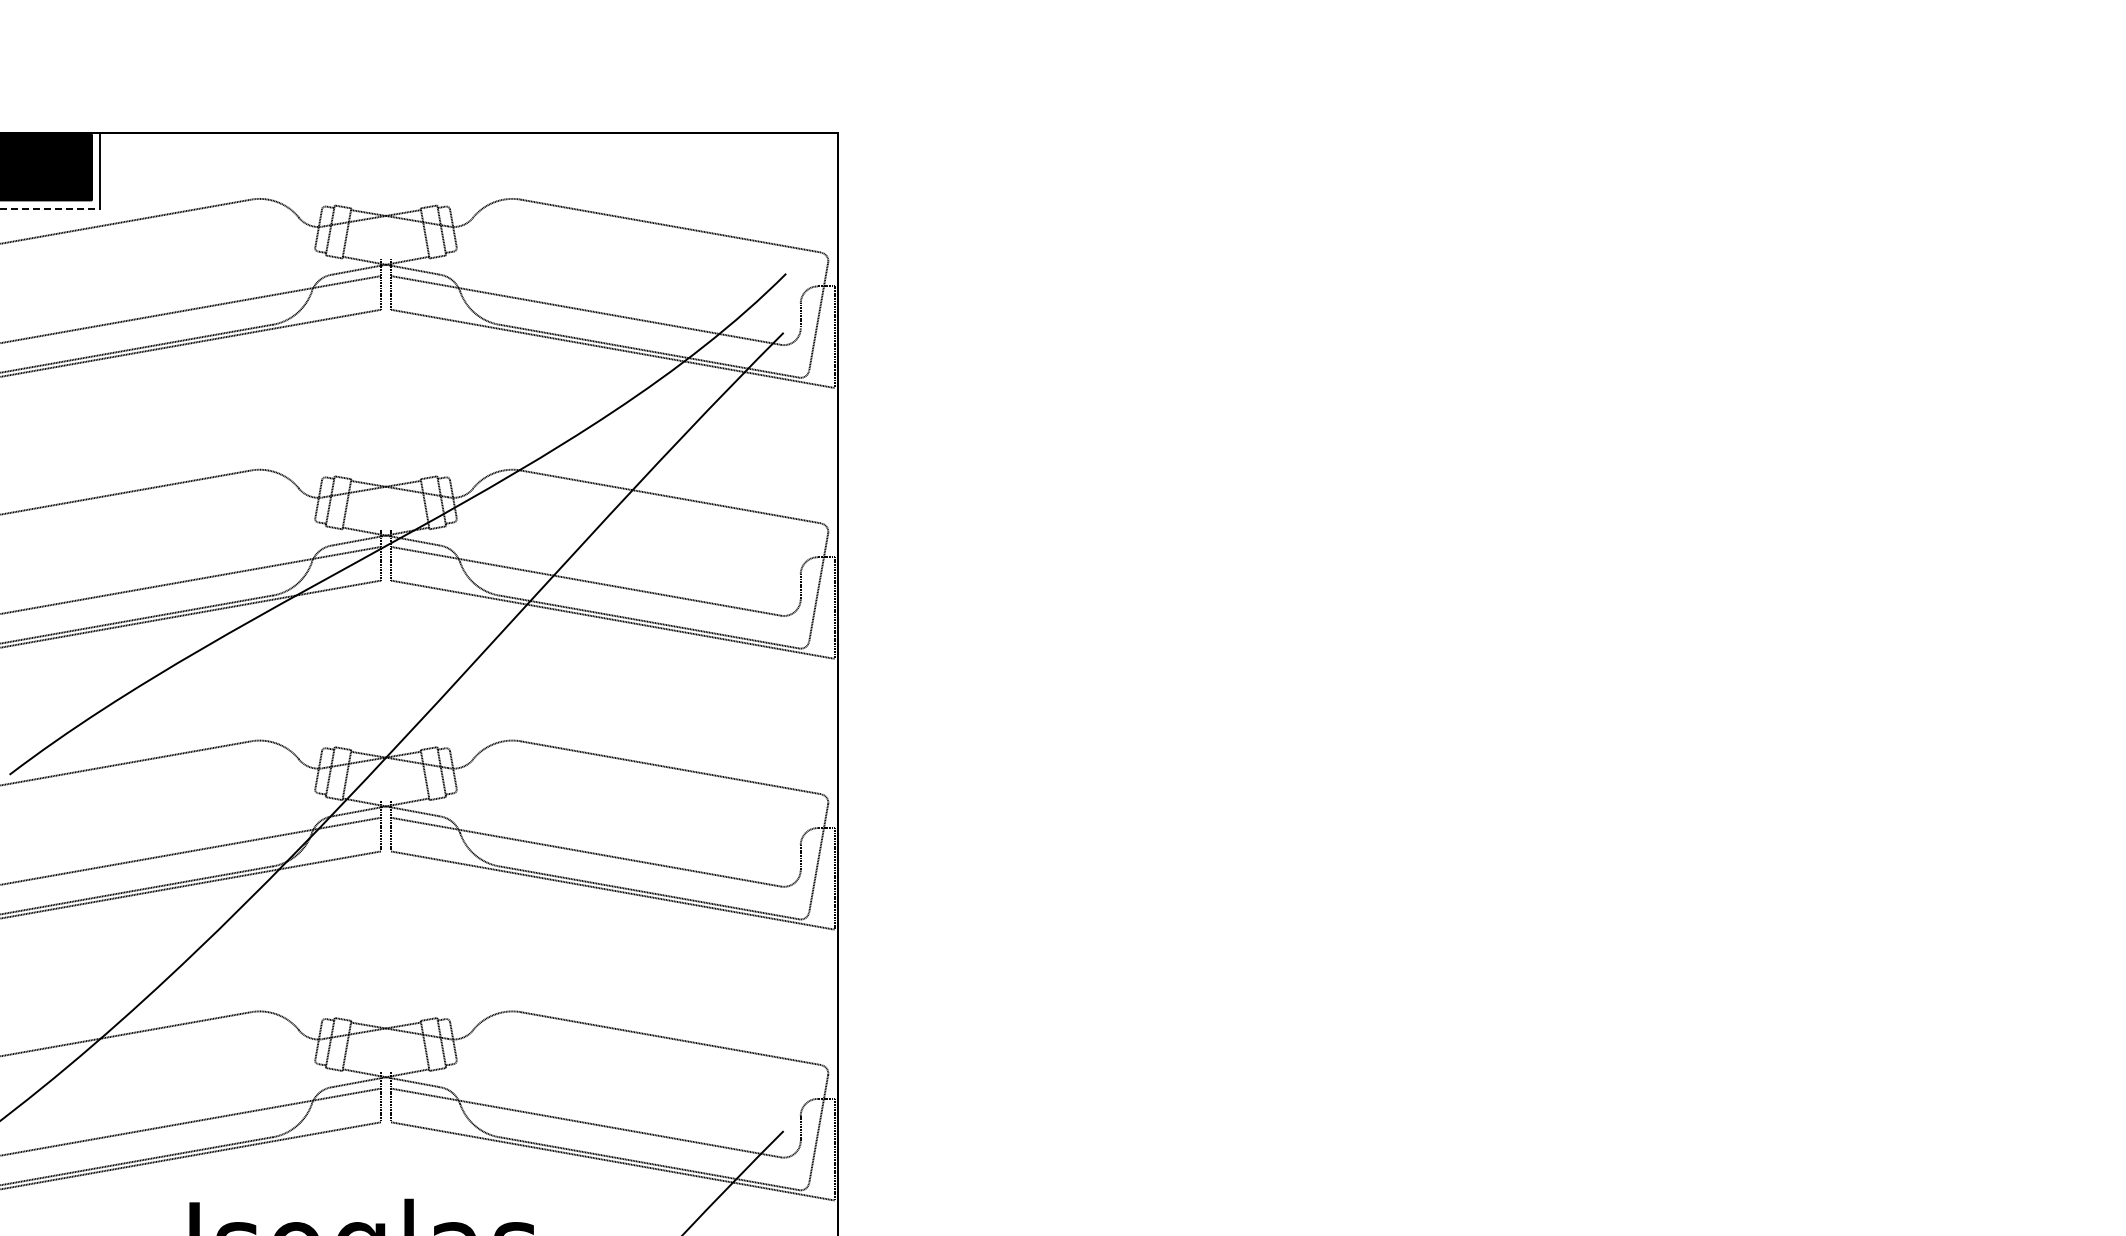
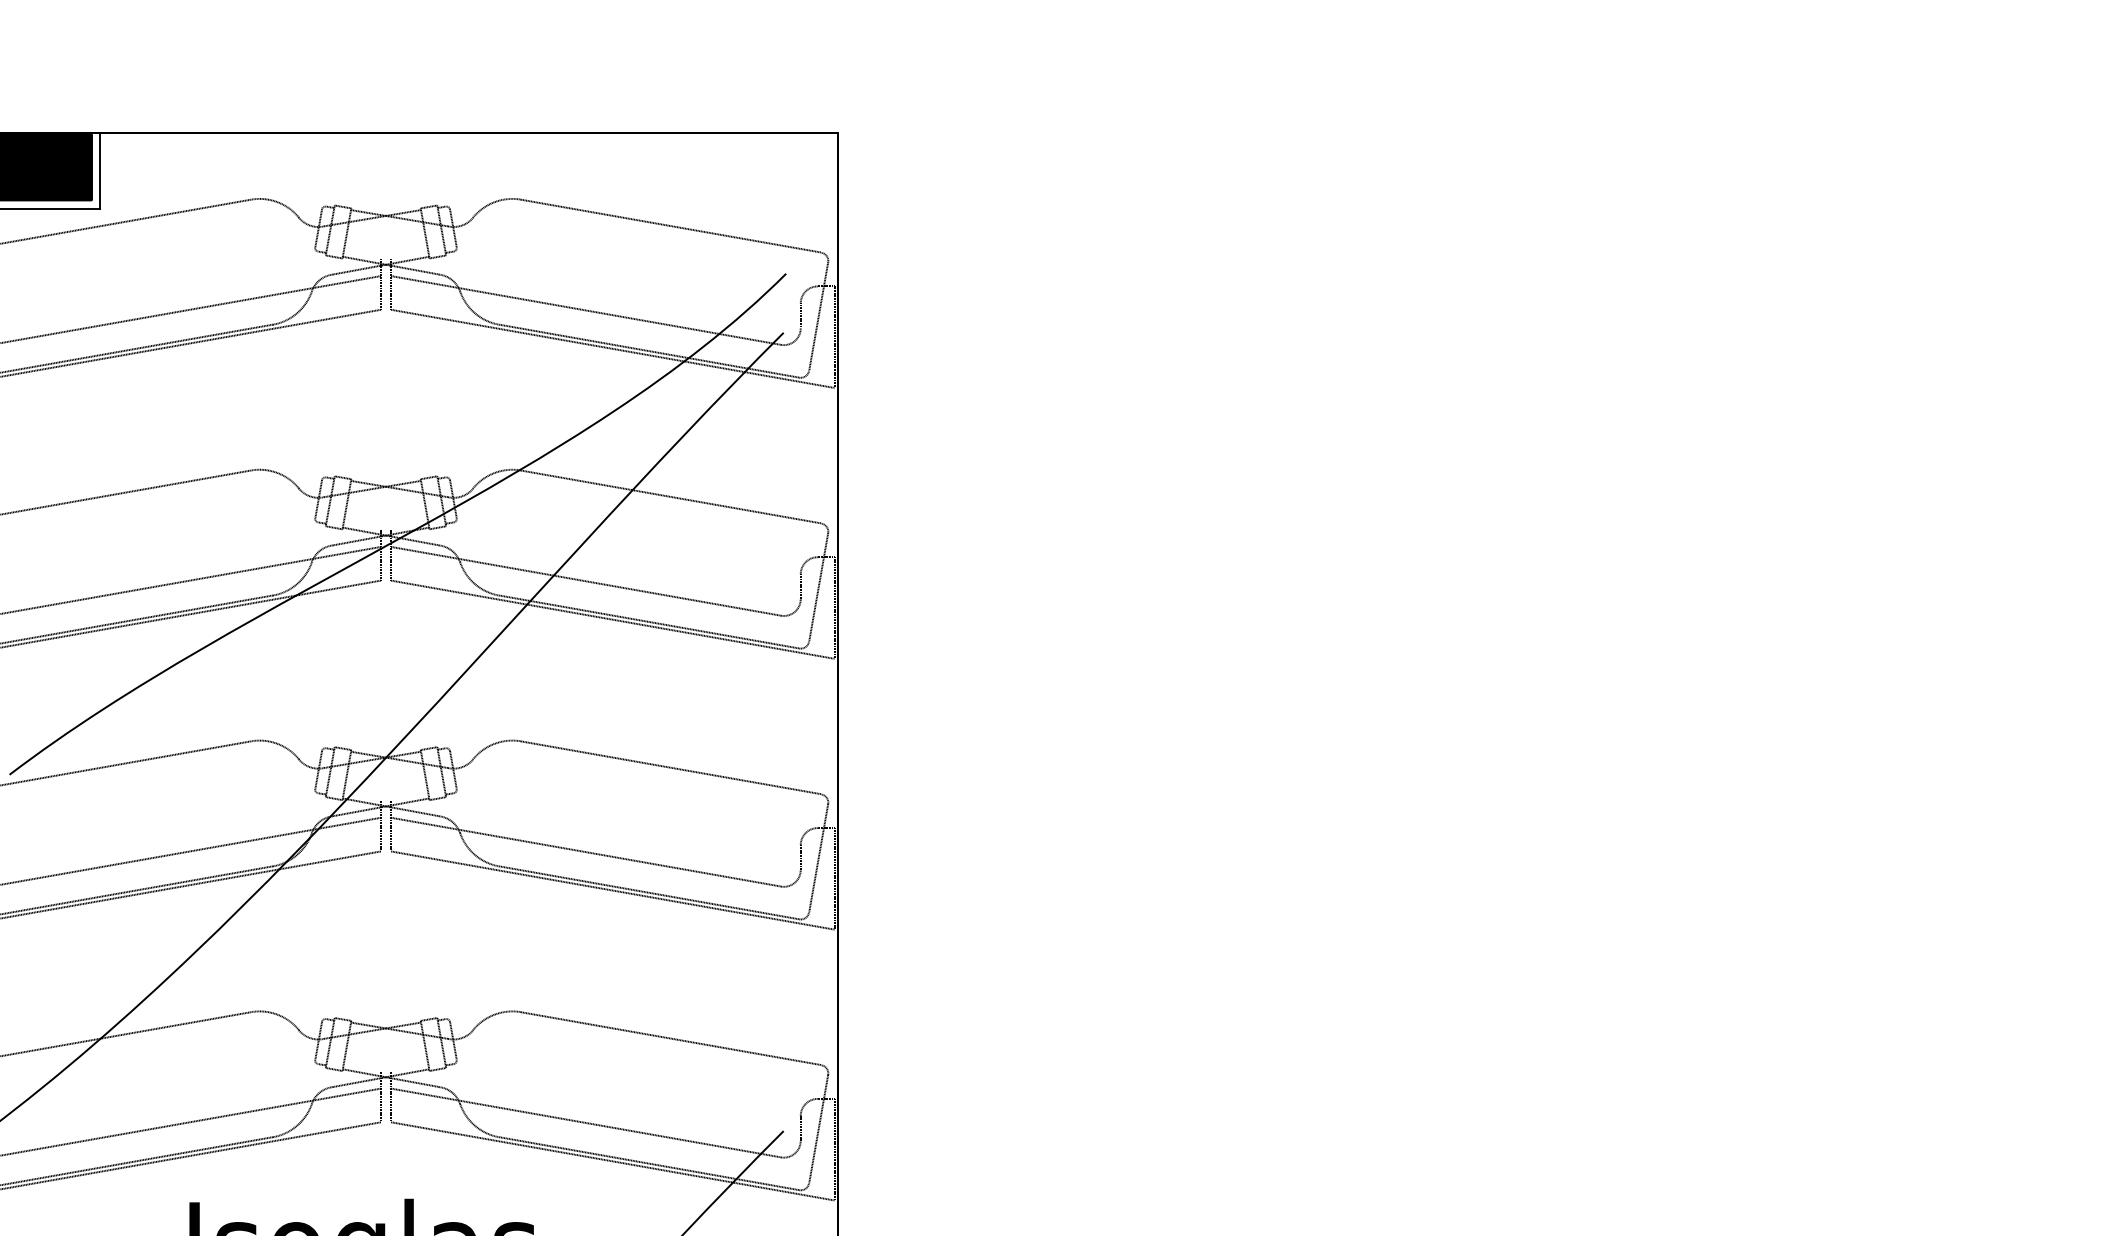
line at (50, 208): dashed -> solid
